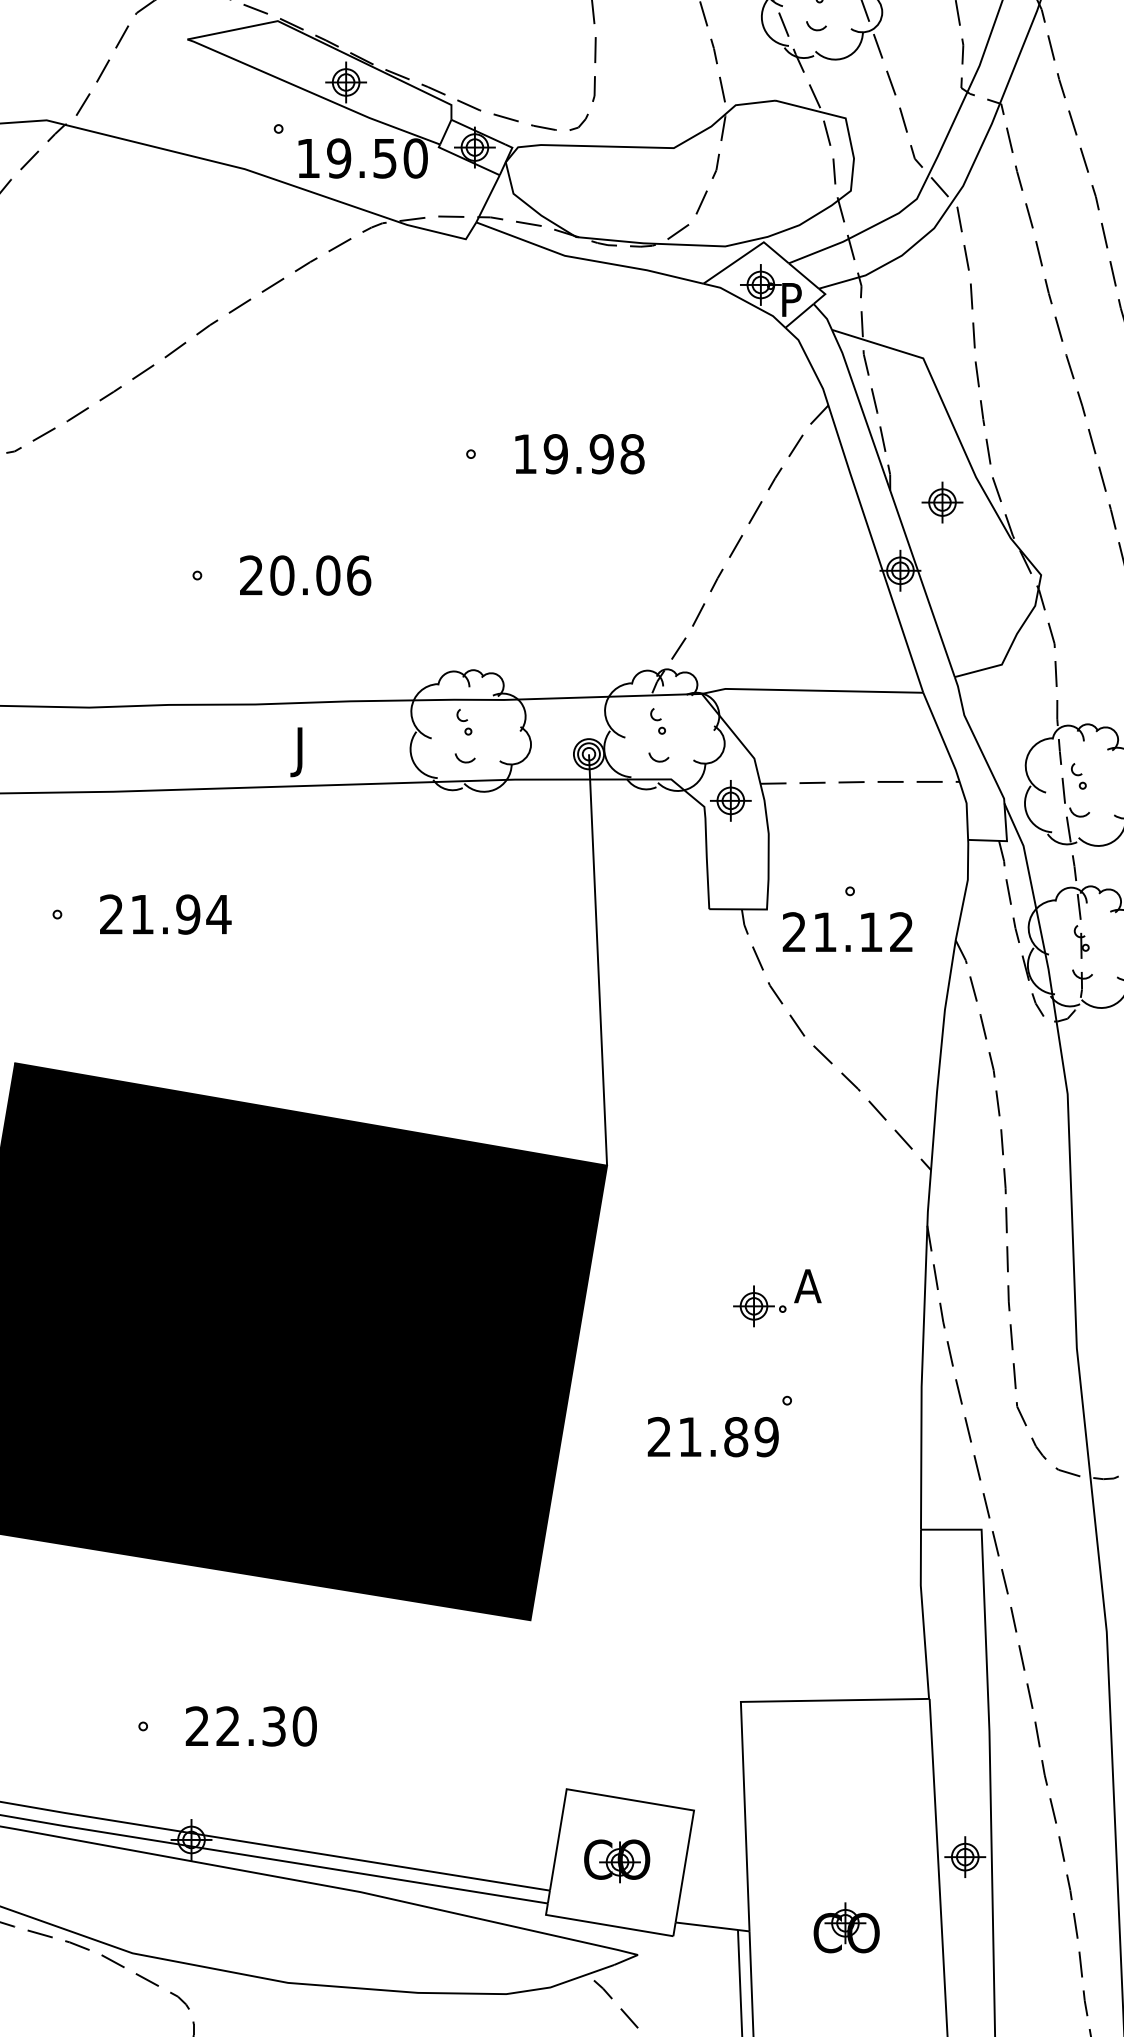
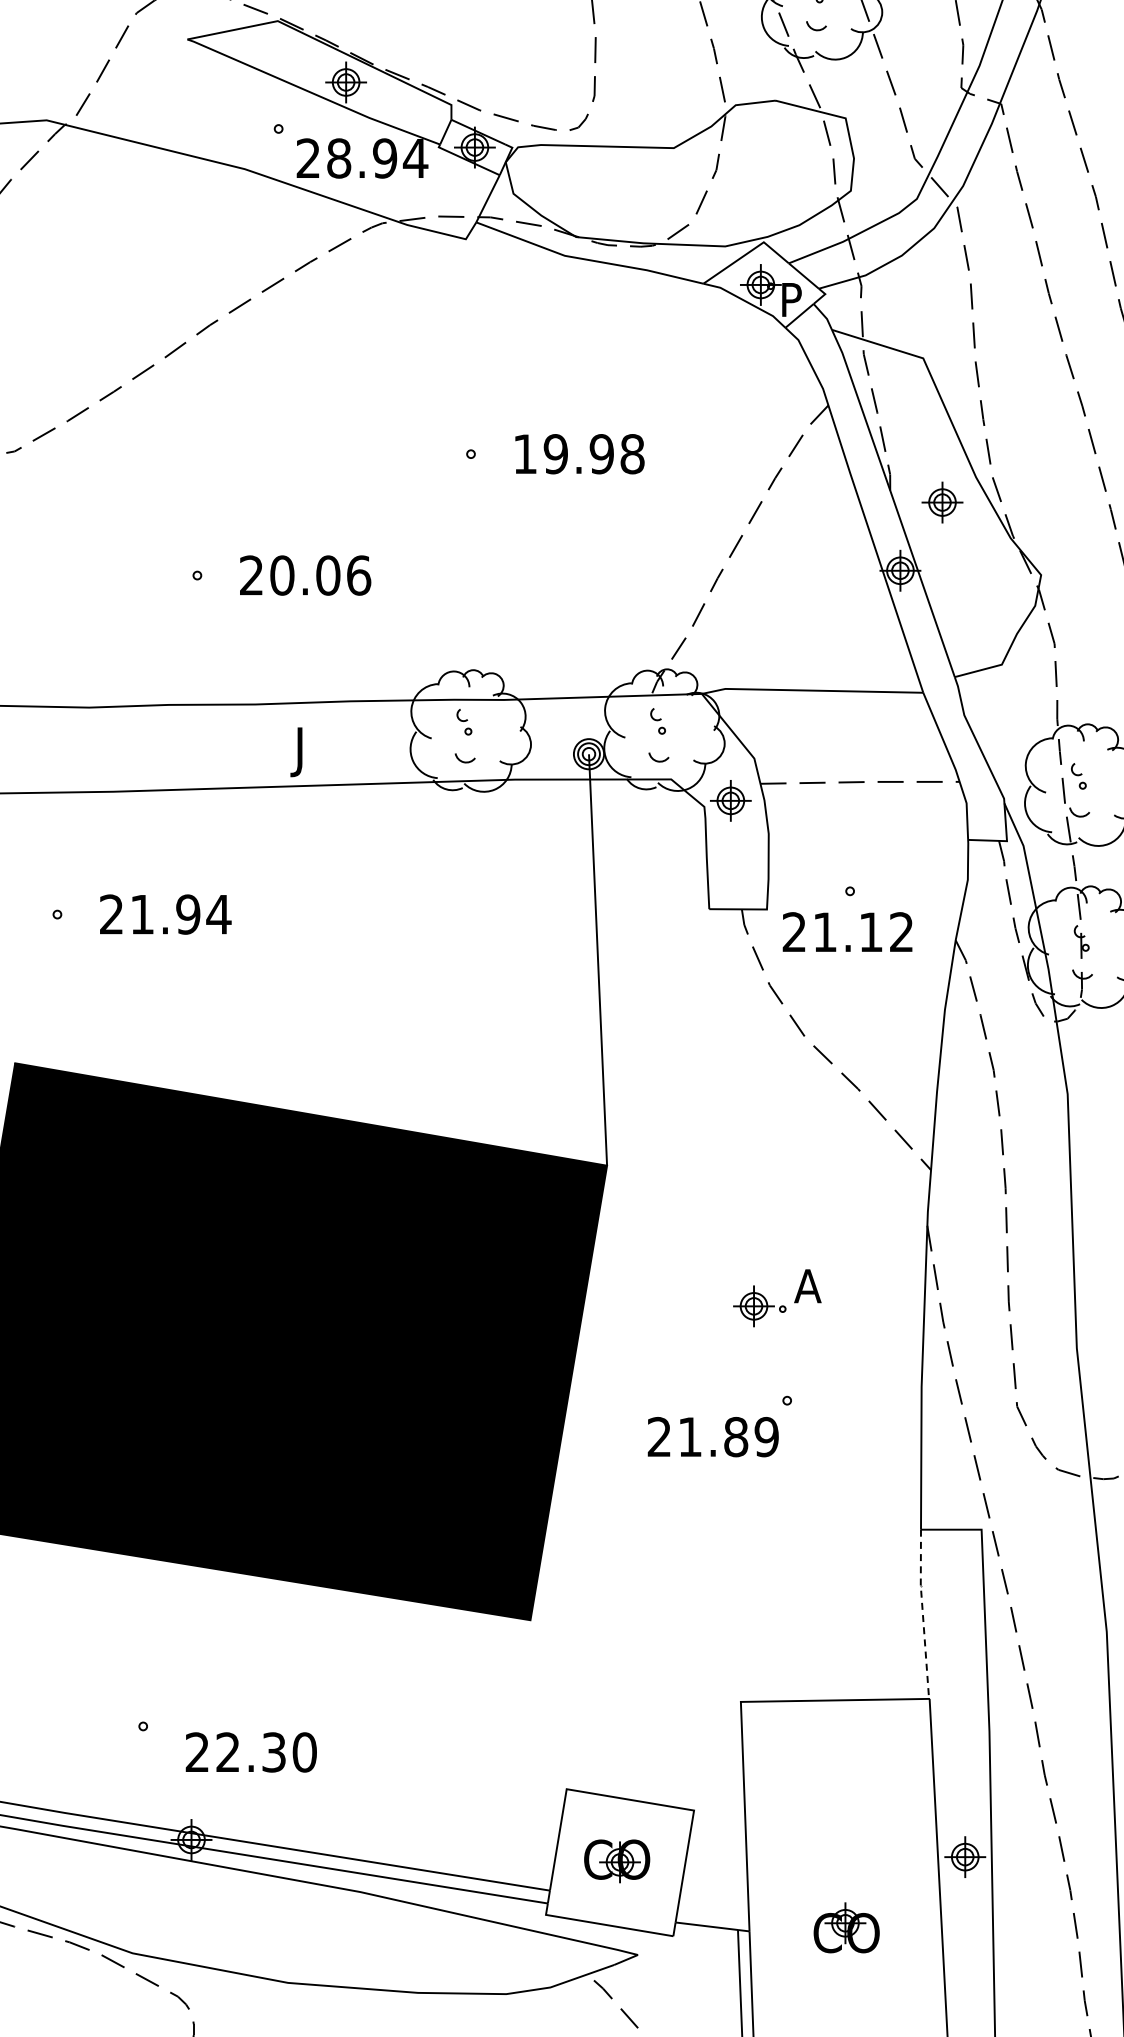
text at (362, 158): 19.50 -> 28.94
line at (922, 1614): solid -> dashed
text at (250, 1726) position: (250, 1726) -> (250, 1752)
